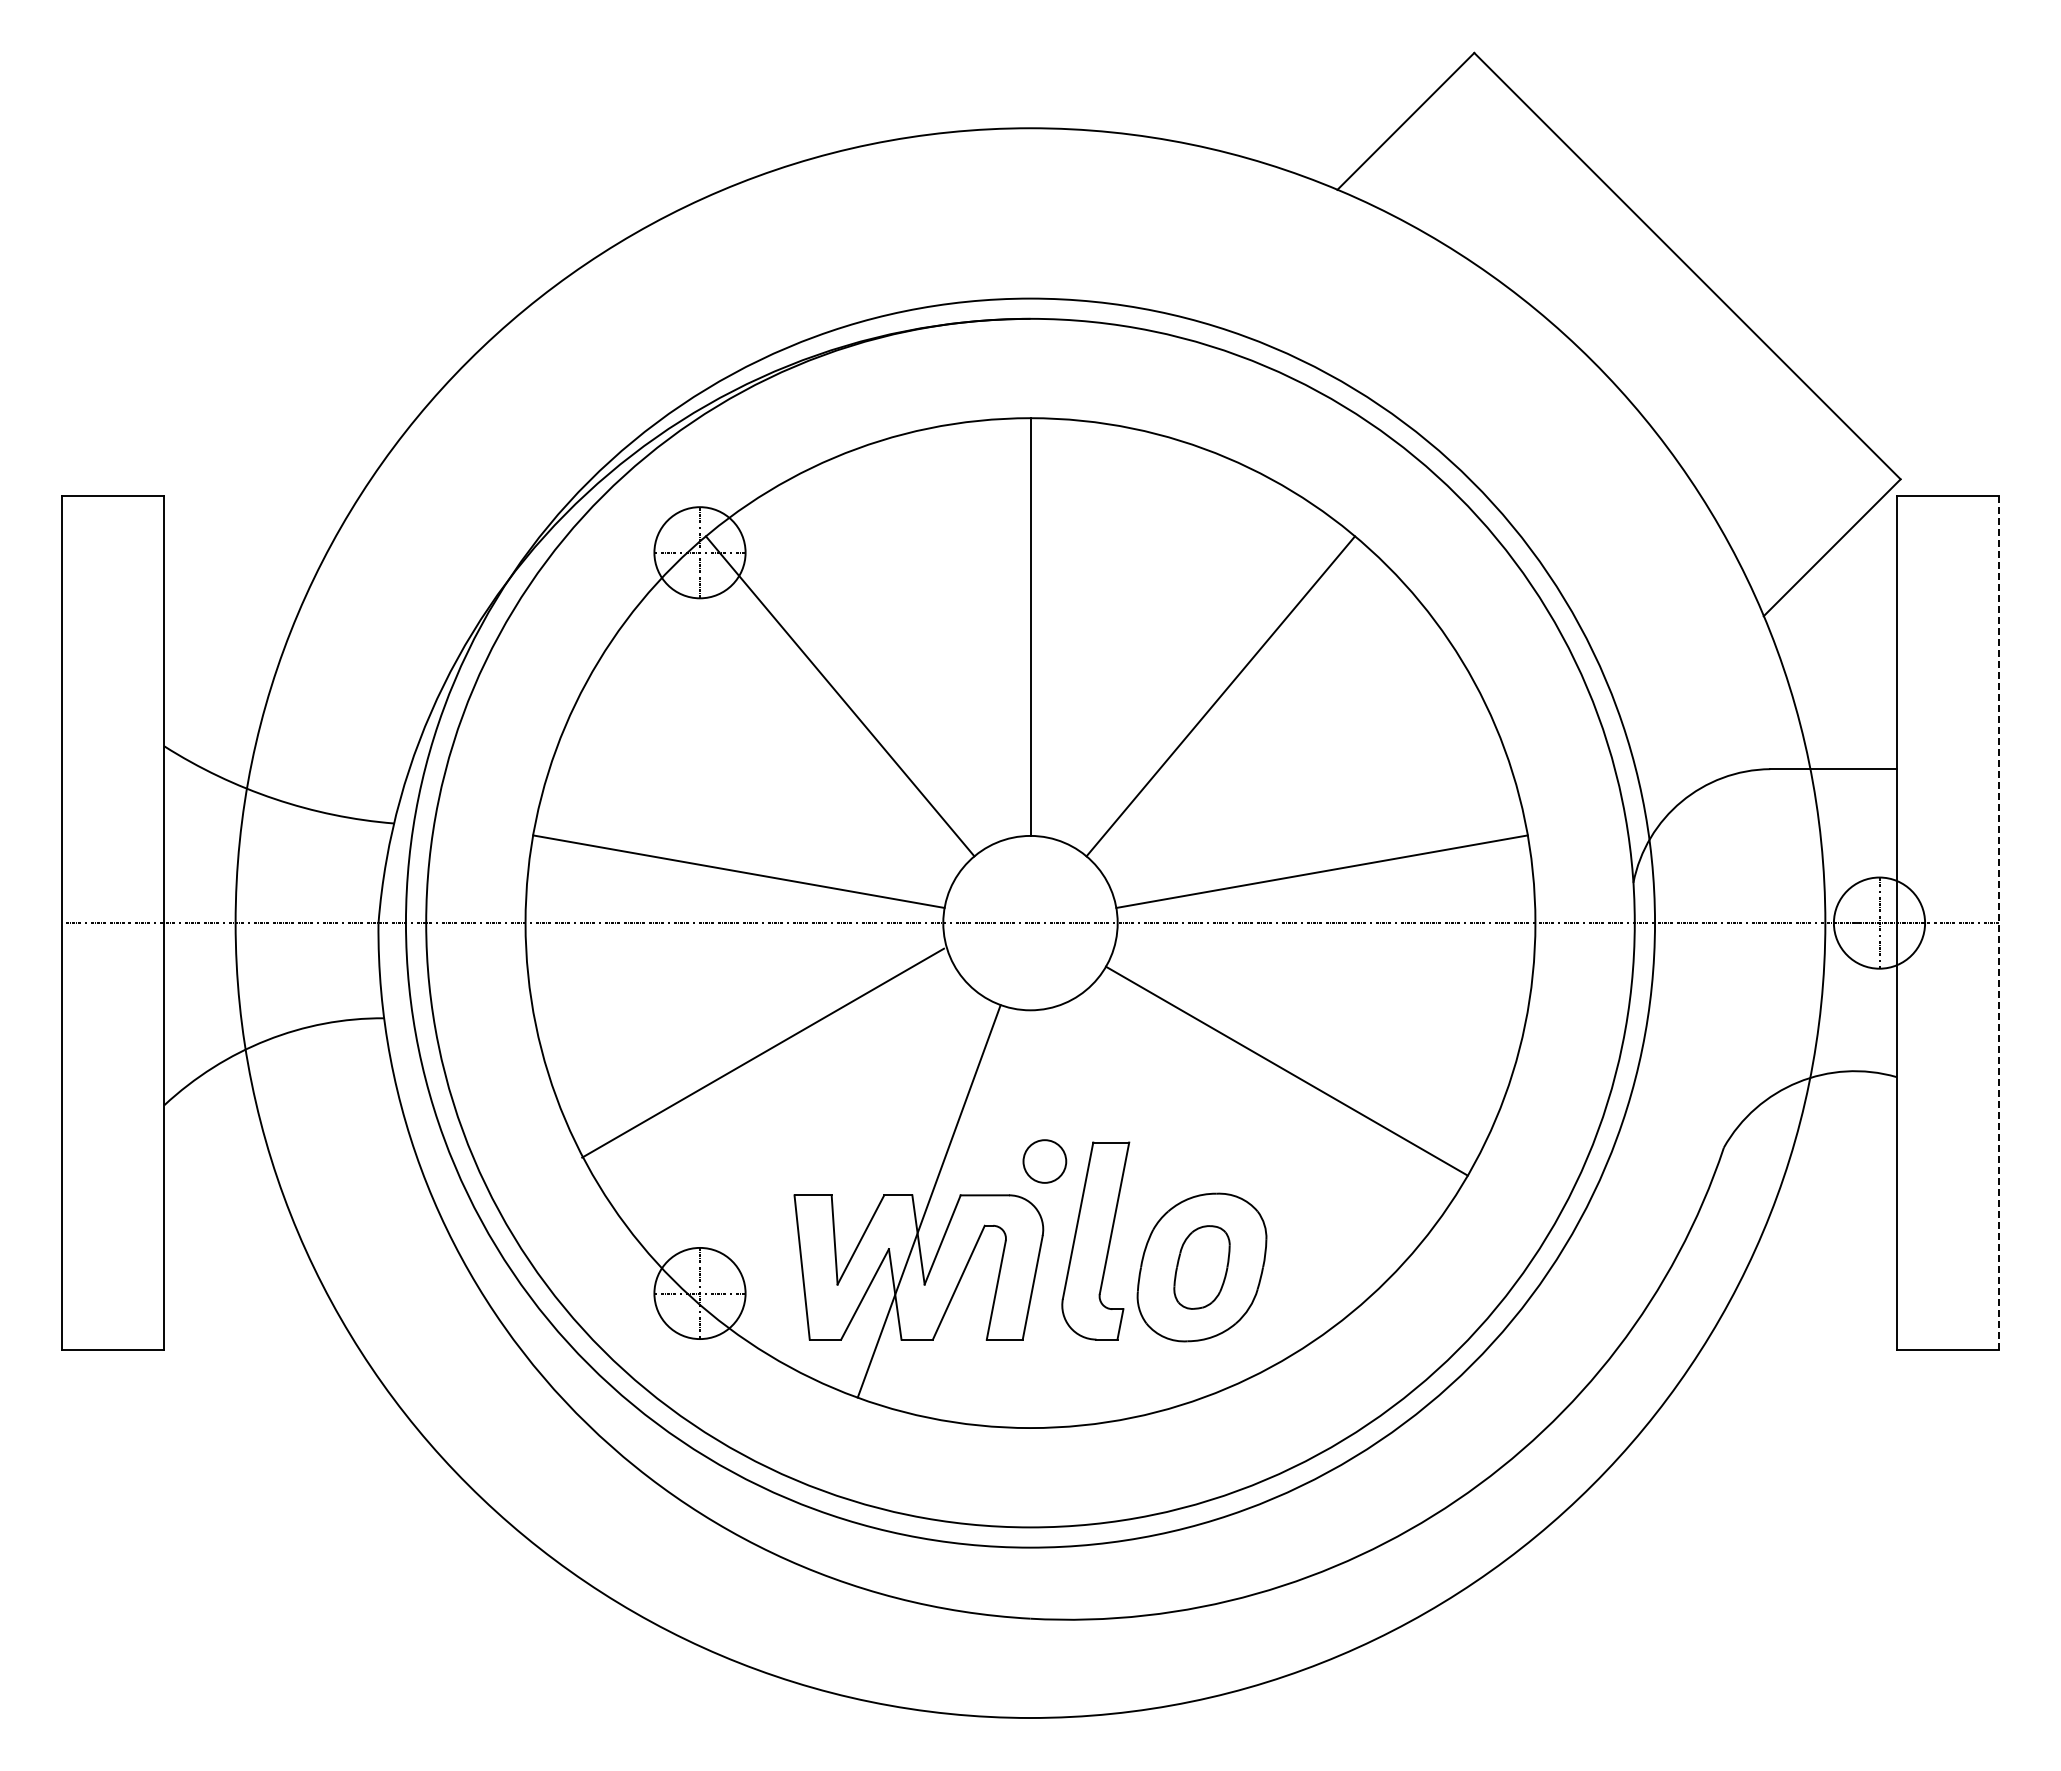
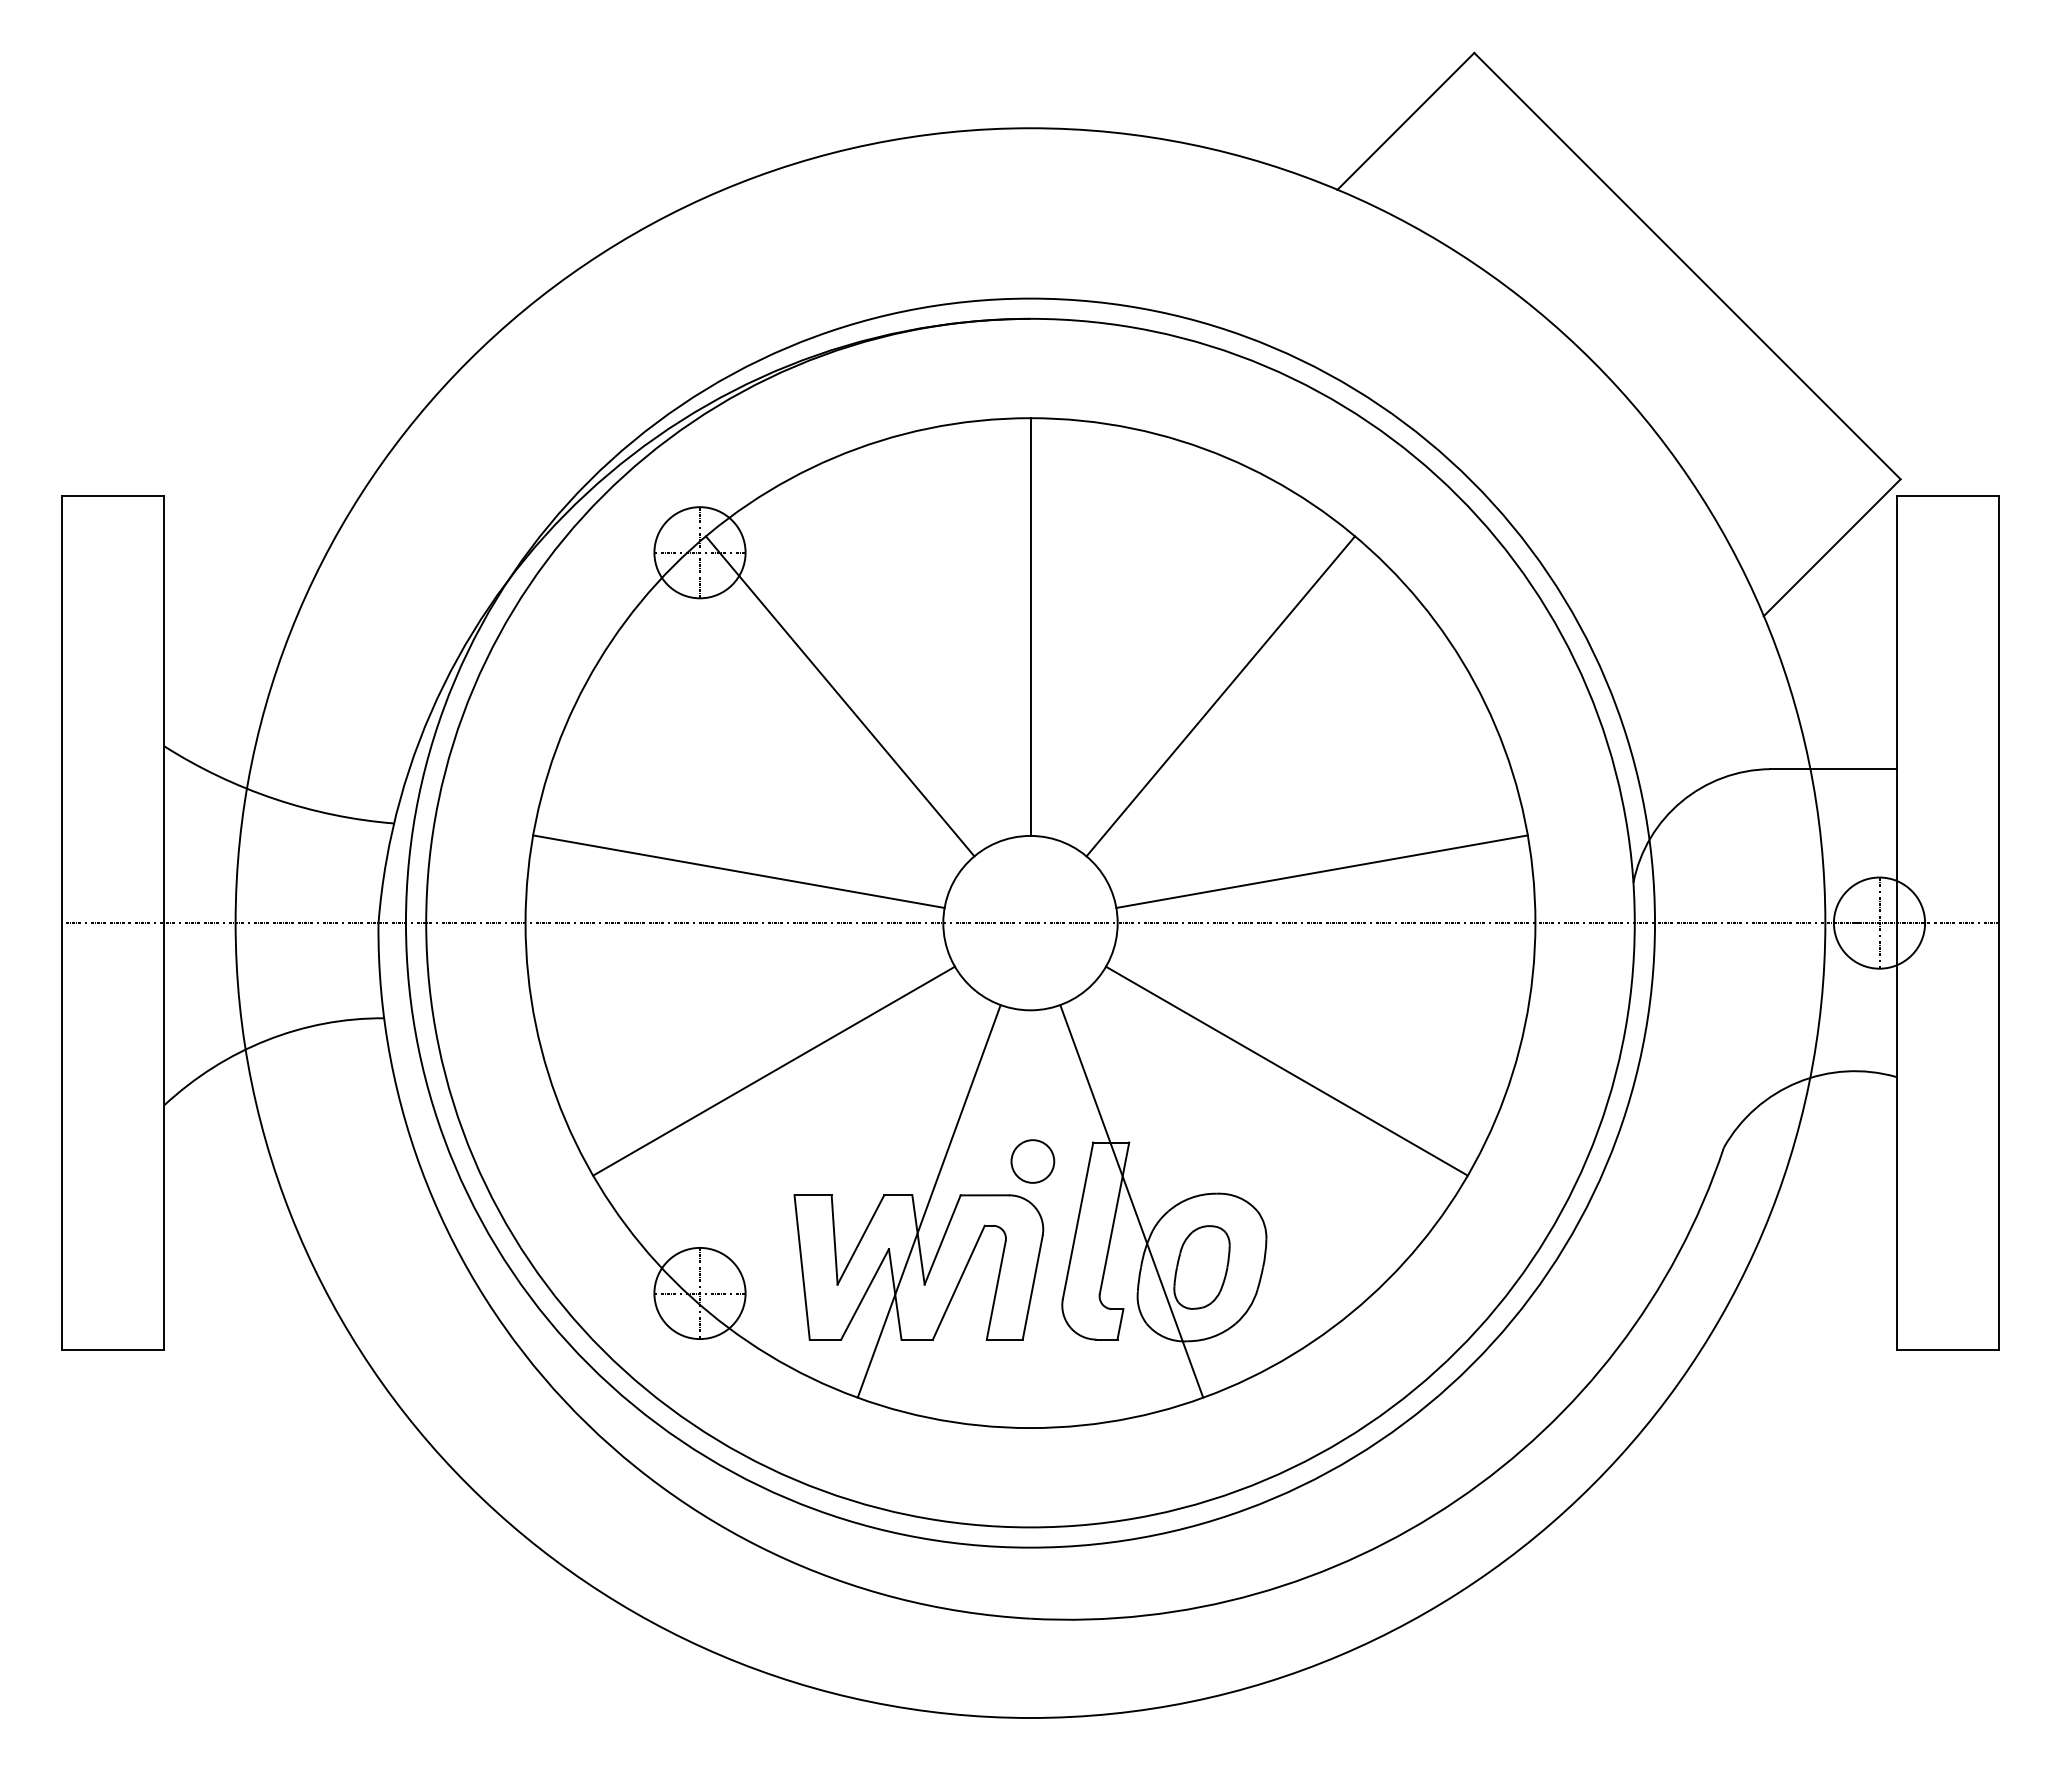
line at (1999, 922): dashed -> solid
line at (763, 1052) position: (763, 1052) -> (774, 1070)
circle at (1044, 1161) position: (1044, 1161) -> (1032, 1161)
line at (1131, 1201): none -> present
